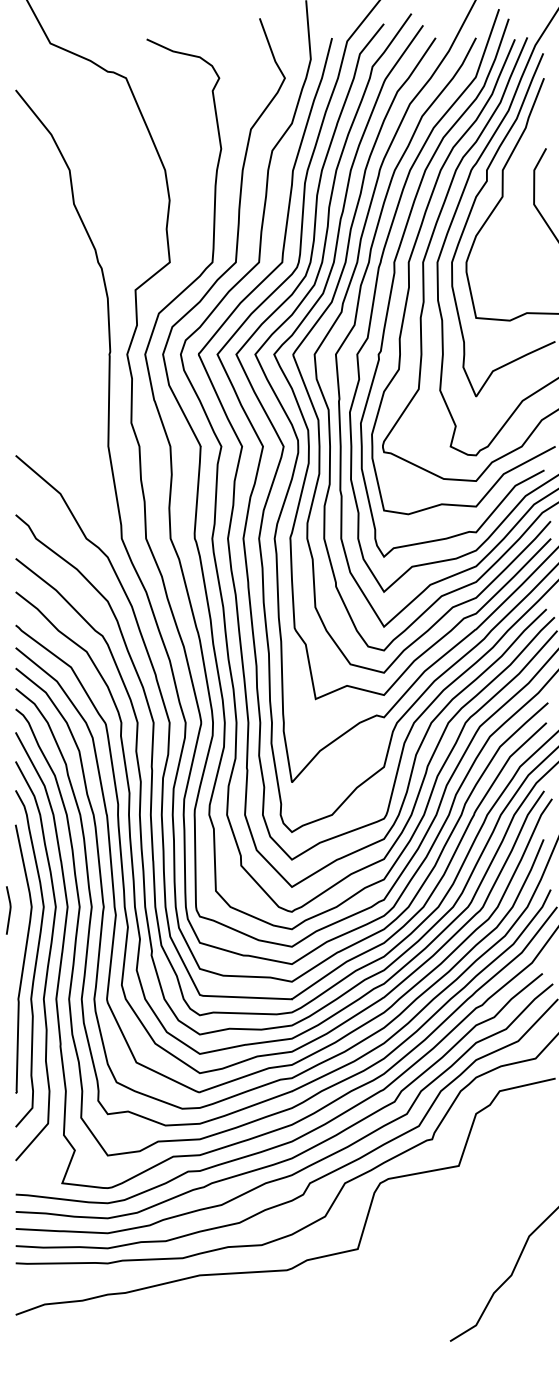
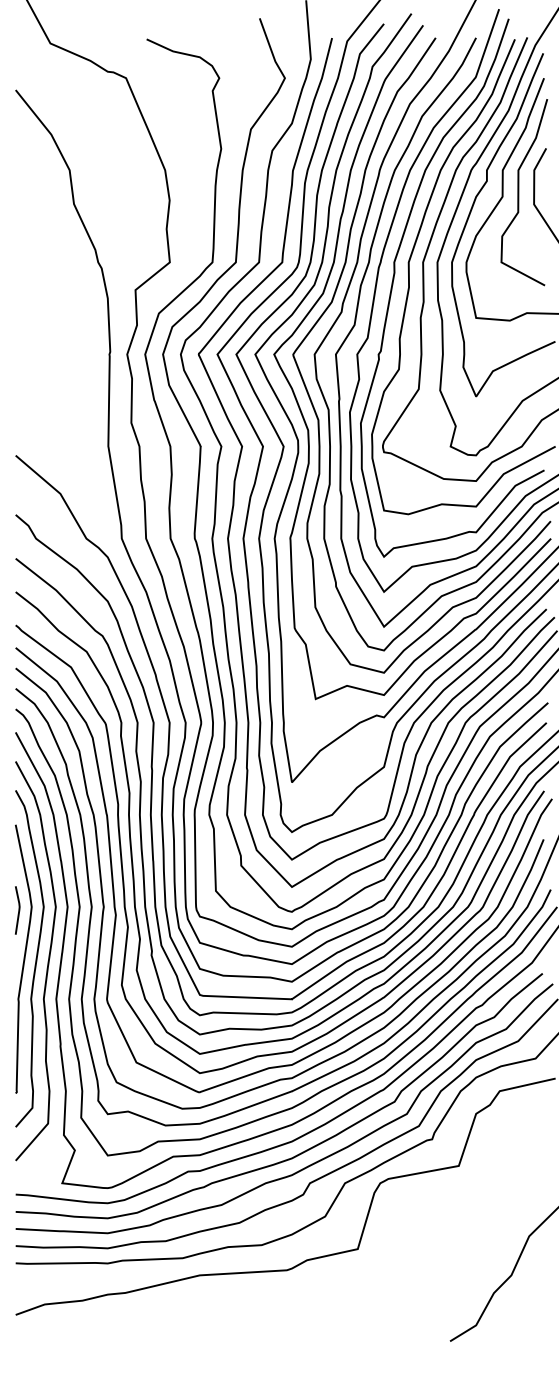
curve at (519, 192): none -> present
line at (9, 910) position: (9, 910) -> (18, 910)
